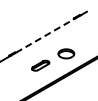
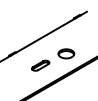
line at (46, 35): dashed -> solid
